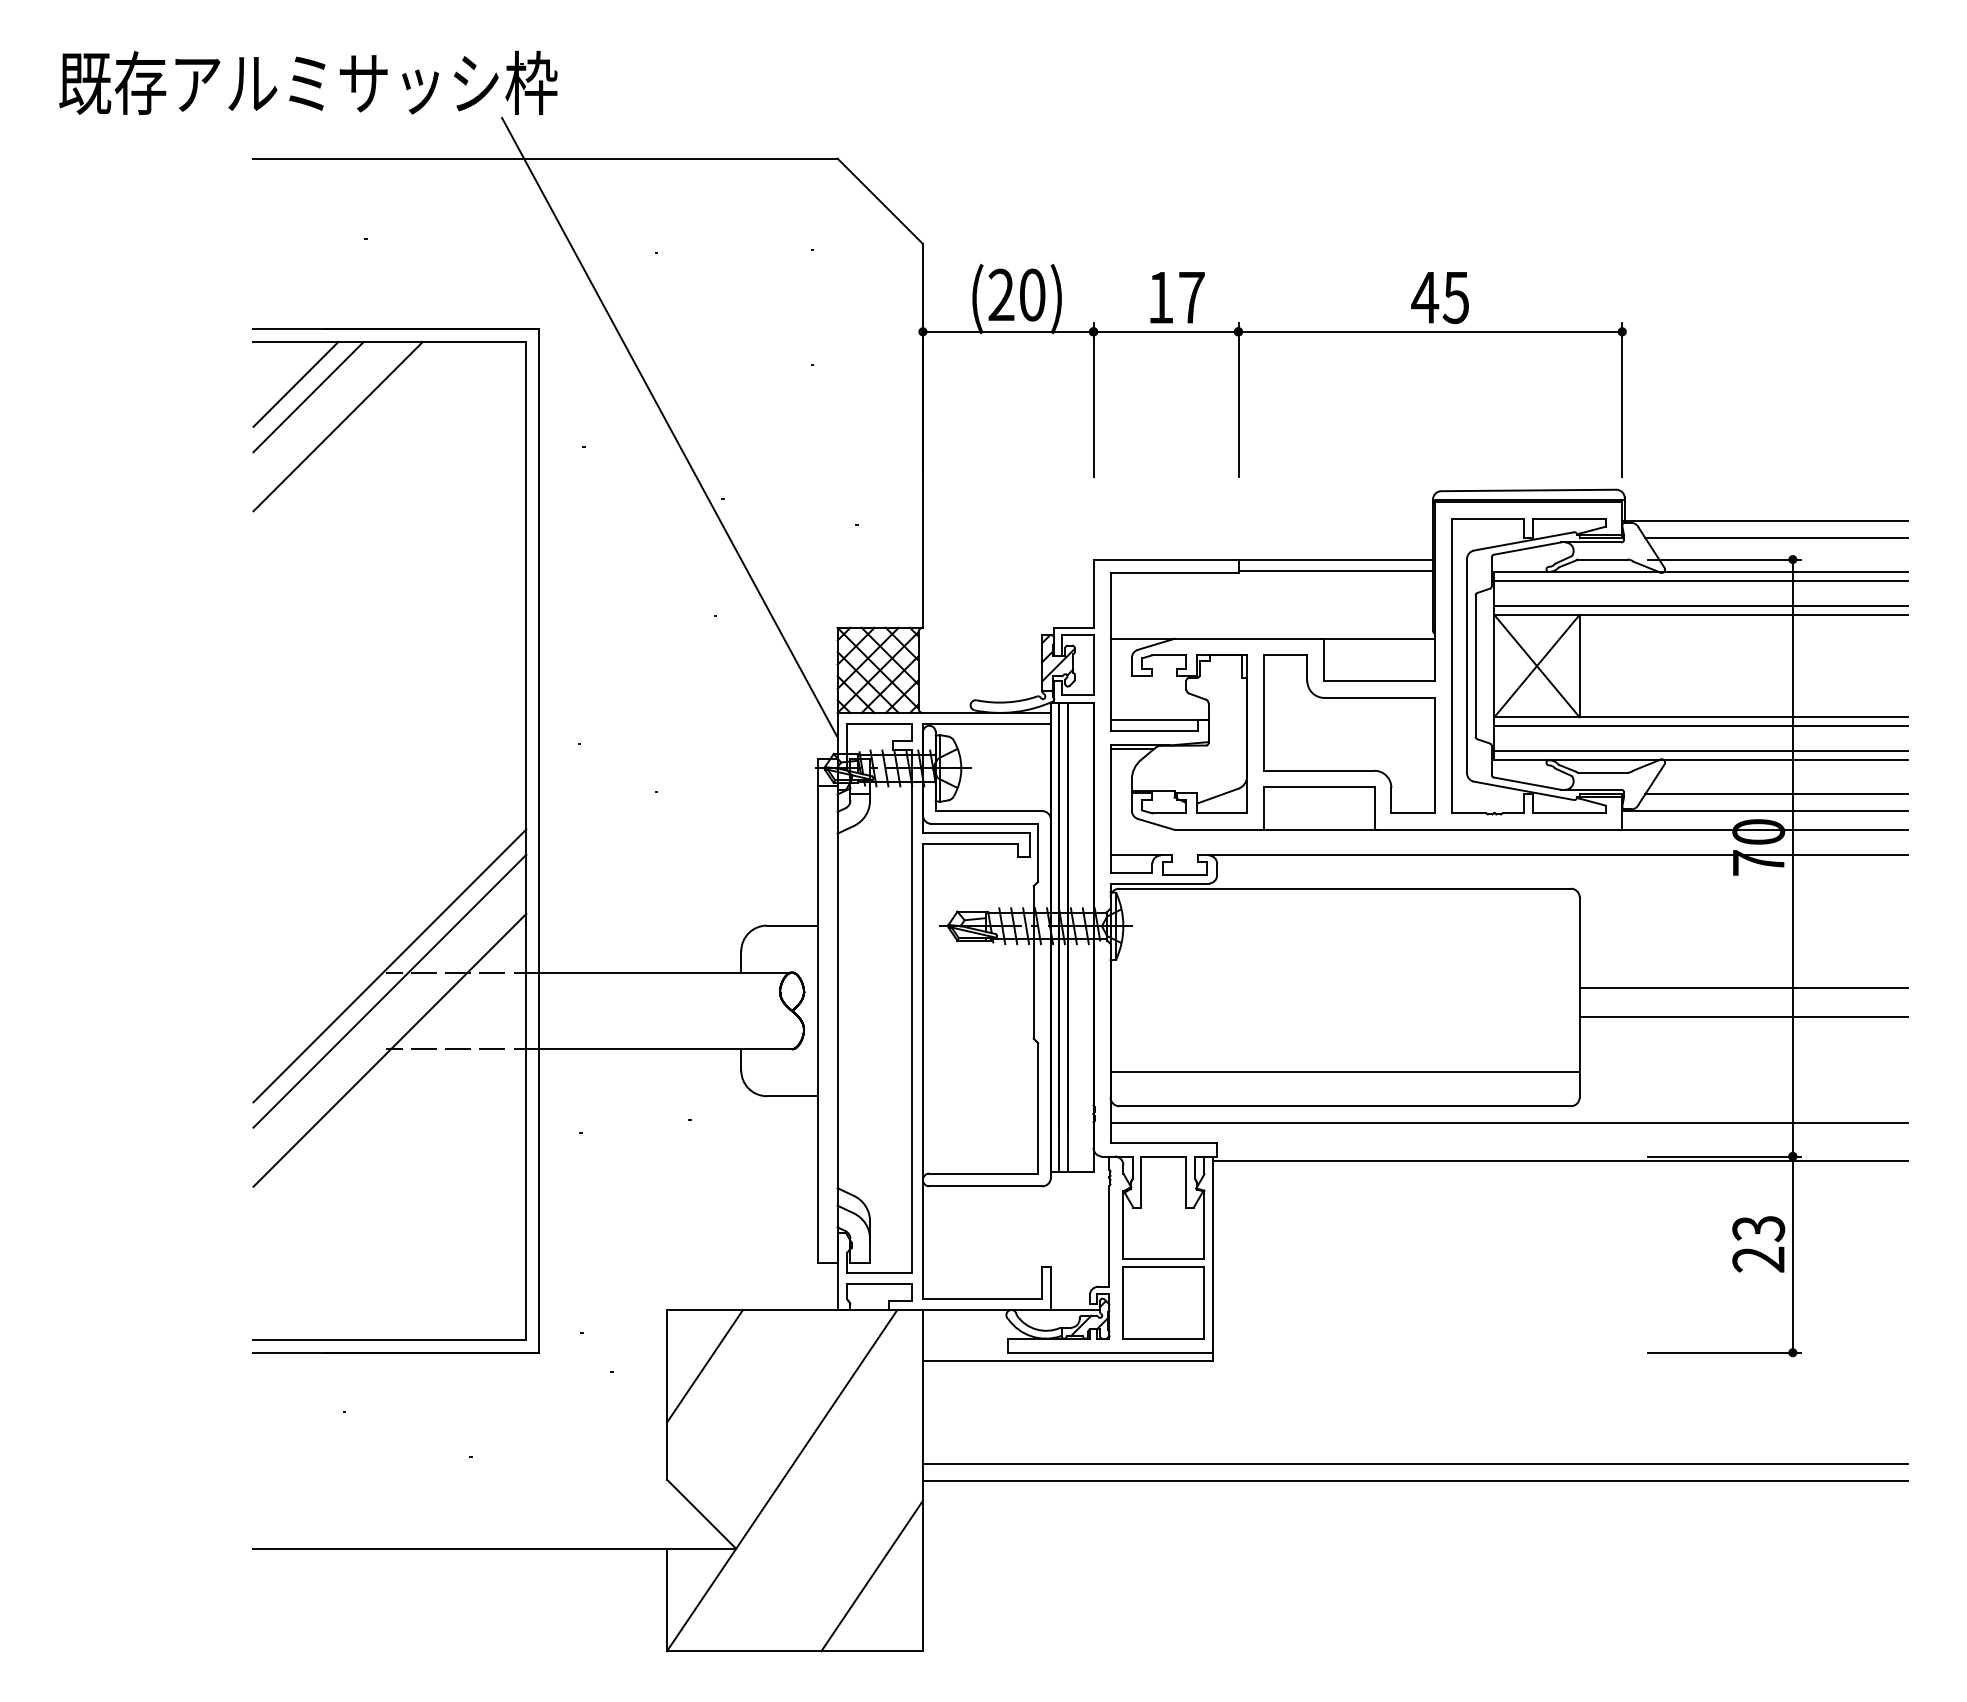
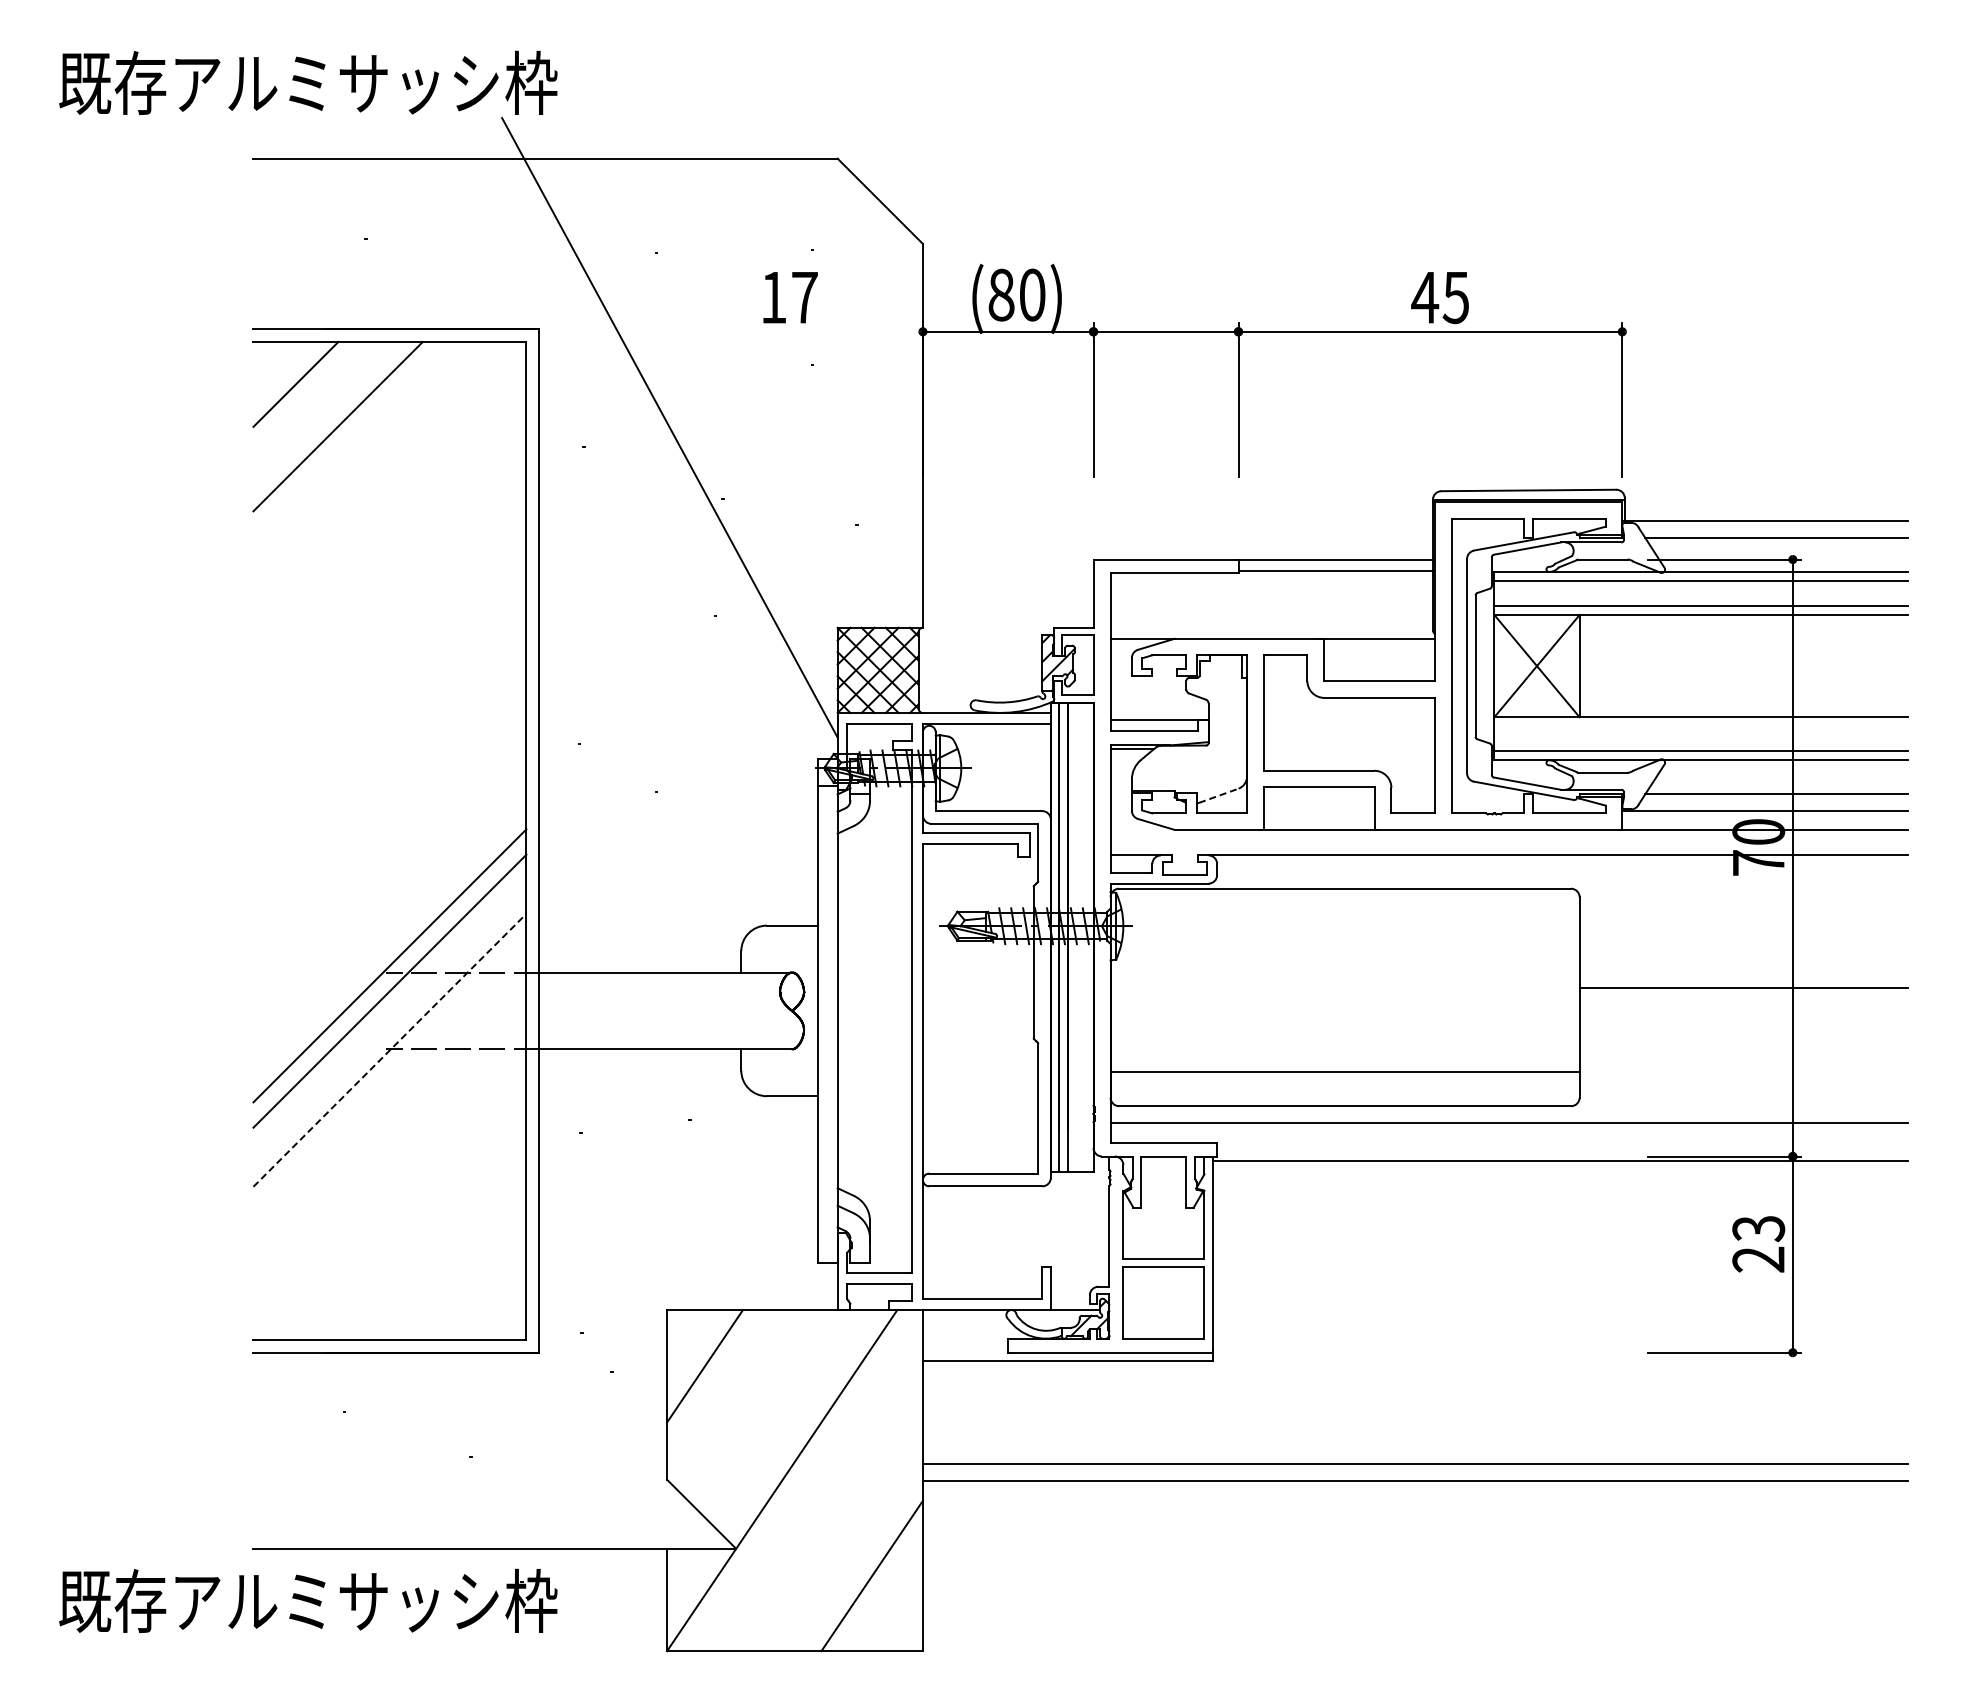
text at (1001, 294): (20) -> (80)
text at (1177, 297) position: (1177, 297) -> (790, 297)
line at (308, 397): present -> none
line at (1700, 725): present -> none
line at (1219, 795): solid -> dashed
line at (1743, 1016): present -> none
line at (389, 1050): solid -> dashed
part at (308, 1600): none -> present
